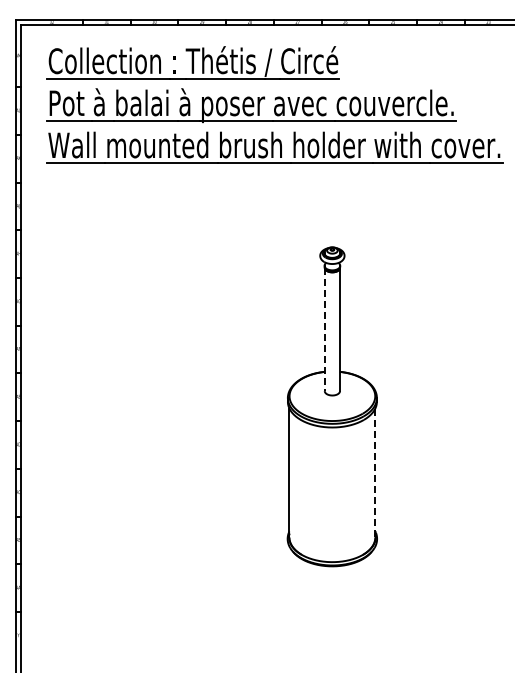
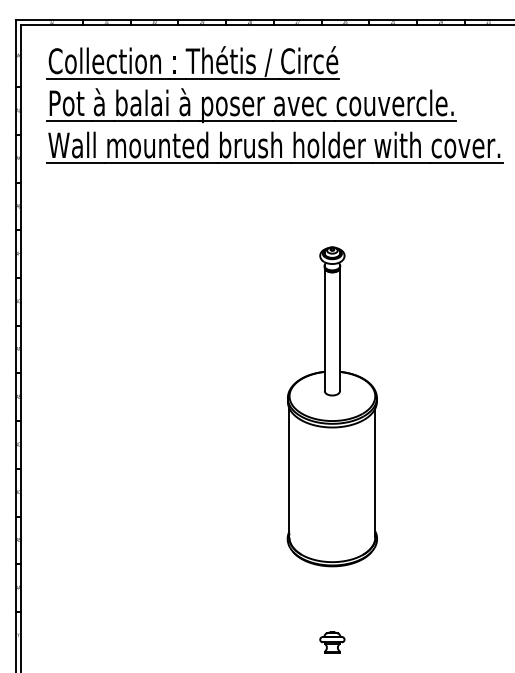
line at (324, 329): dashed -> solid
line at (375, 472): dashed -> solid
part at (332, 642): none -> present
